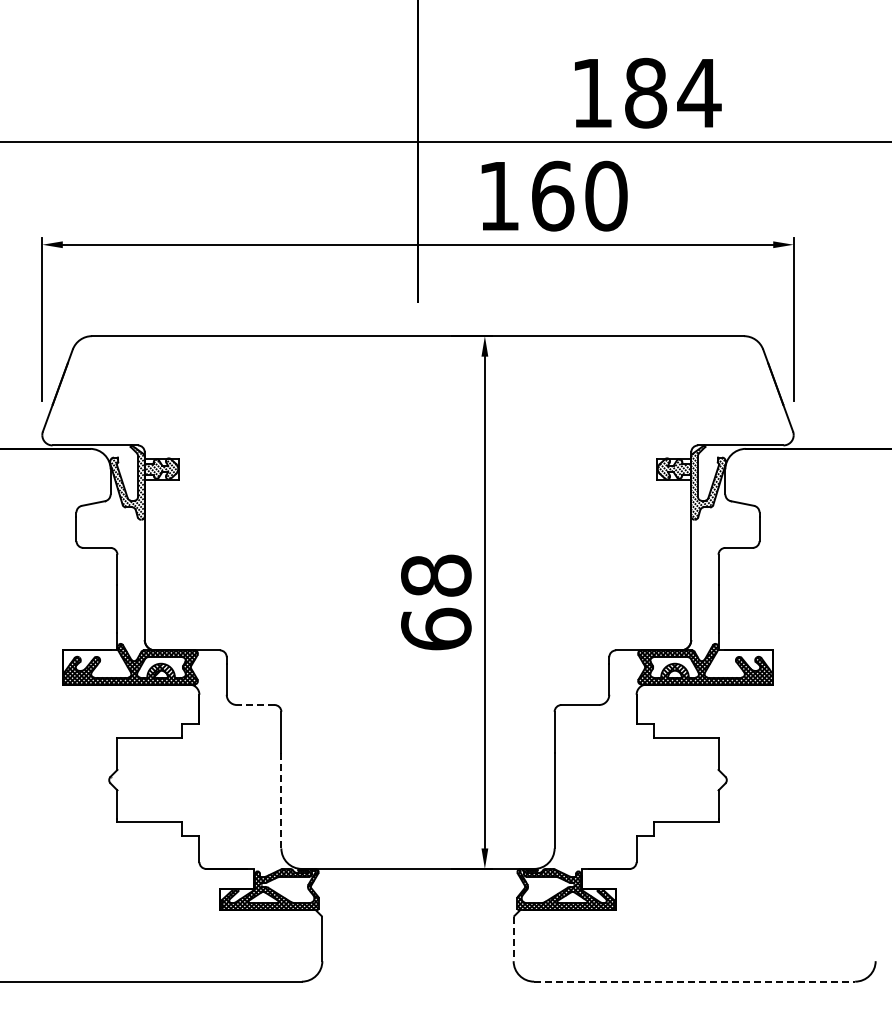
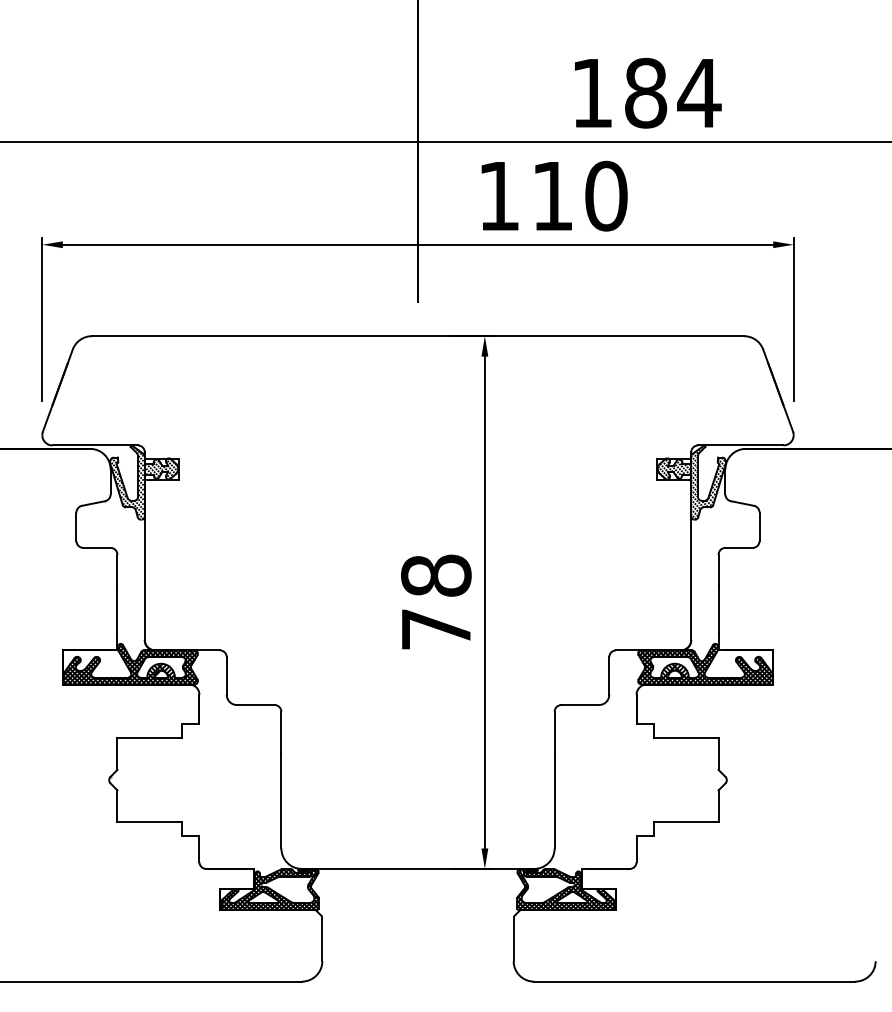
text at (553, 195): 160 -> 110
text at (436, 628): 68 -> 78
line at (255, 705): dashed -> solid
line at (281, 800): dashed -> solid
line at (513, 939): dashed -> solid
line at (694, 981): dashed -> solid
